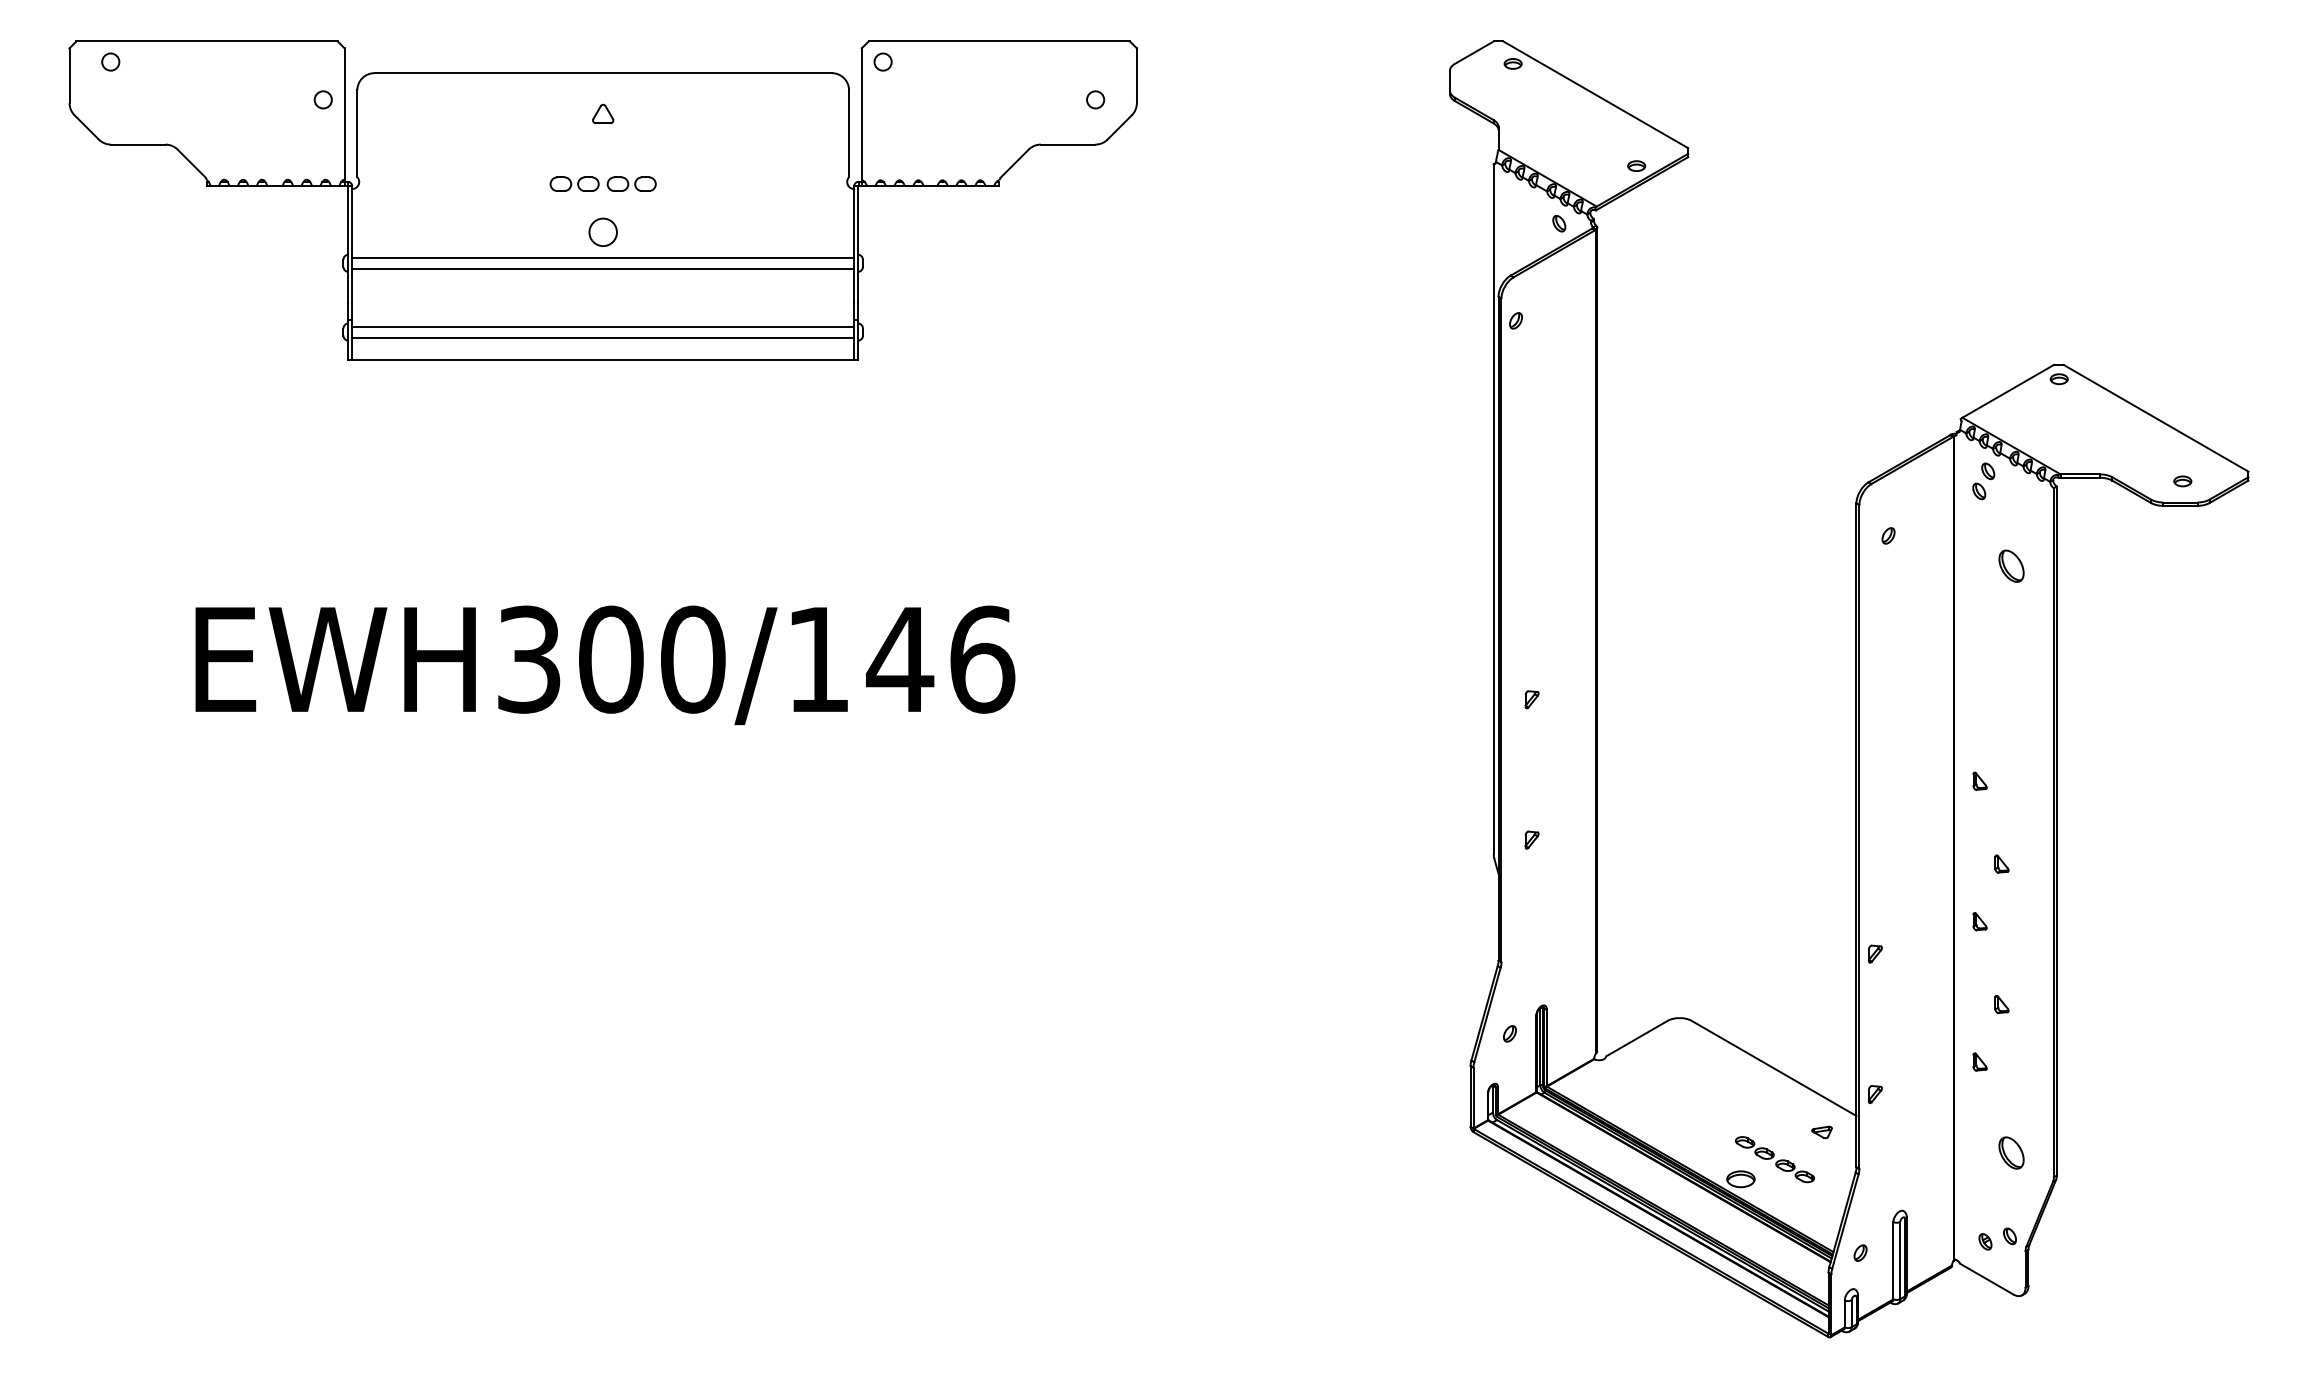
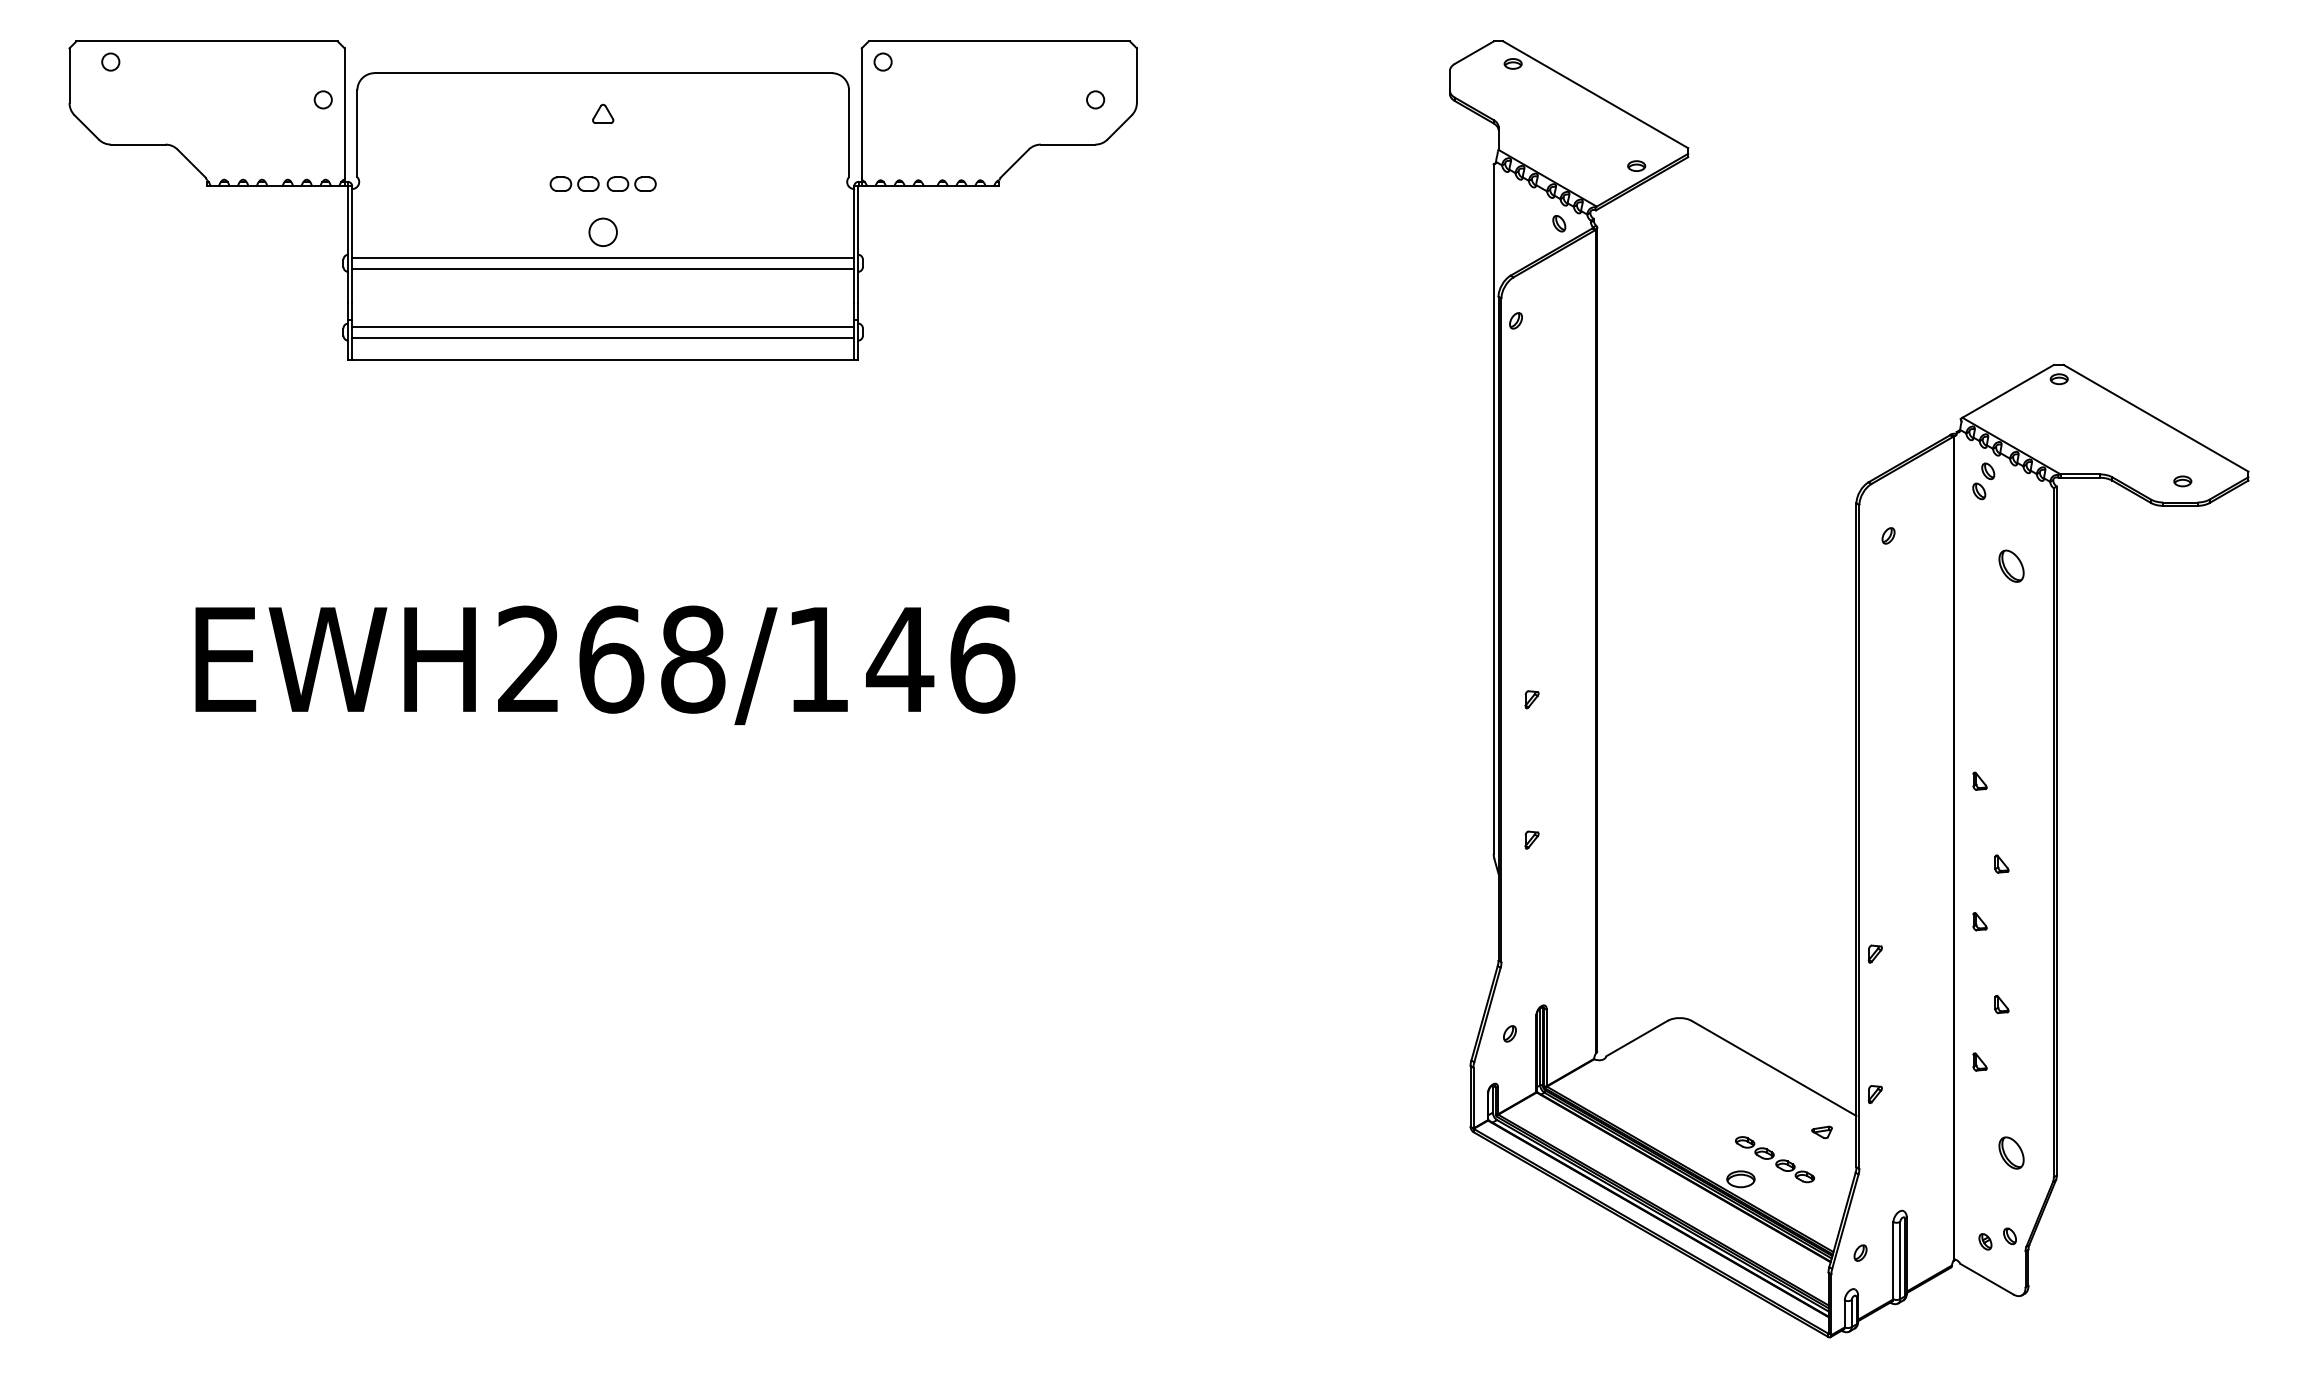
text at (611, 659): EWH300/146 -> EWH268/146
